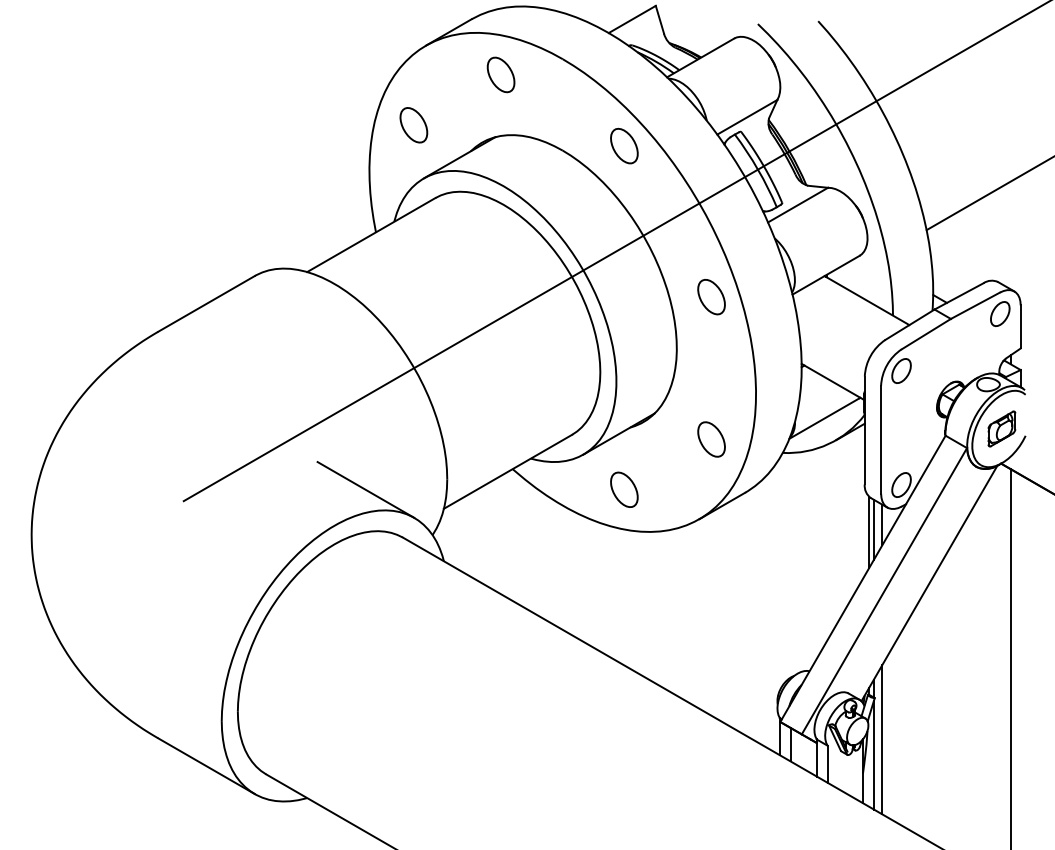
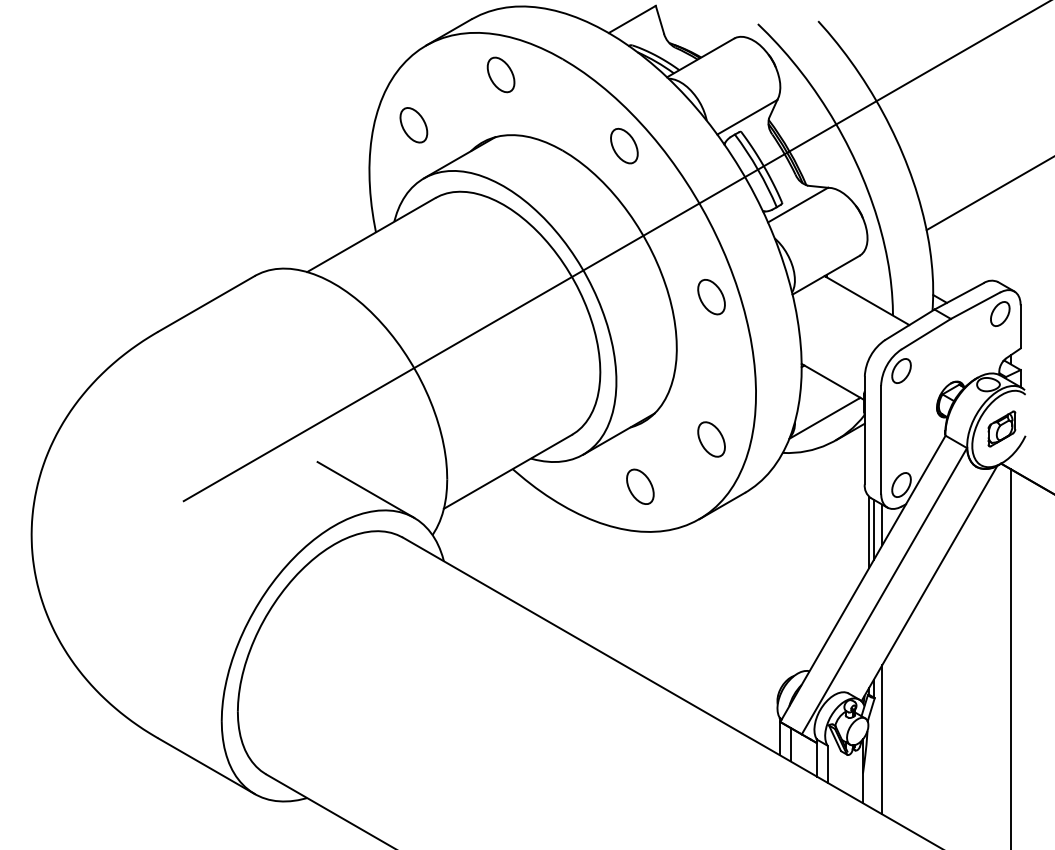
part at (624, 489) position: (624, 489) -> (640, 486)
line at (873, 754): present -> none
